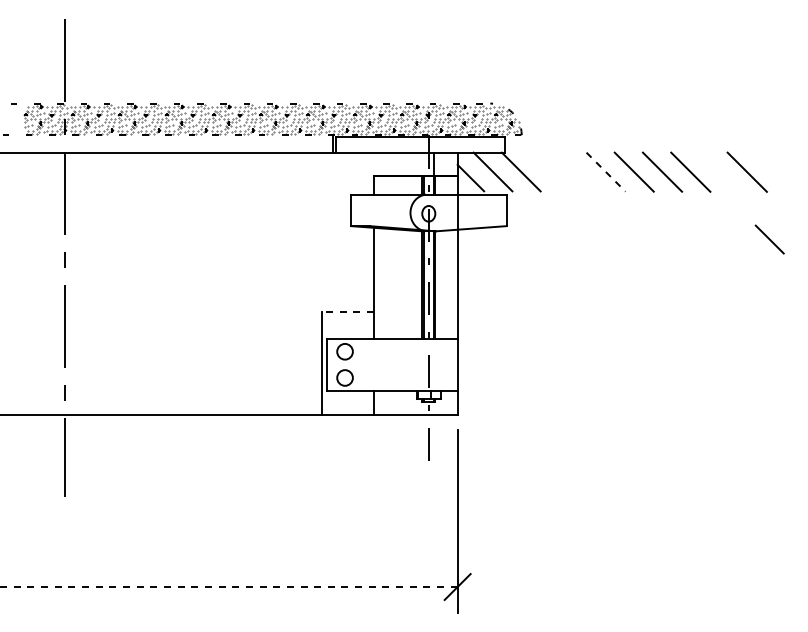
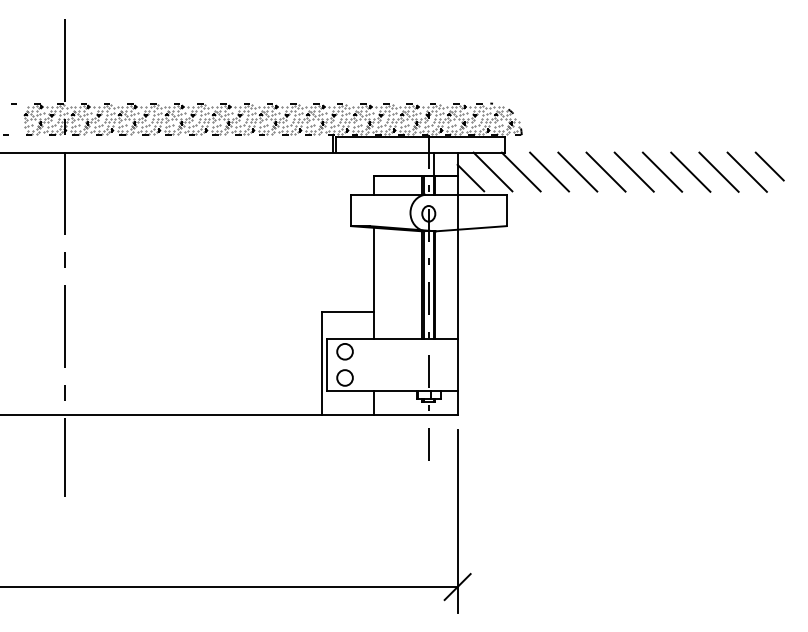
line at (549, 171): none -> present
line at (577, 171): none -> present
line at (718, 171): none -> present
line at (606, 172): dashed -> solid
line at (769, 239) position: (769, 239) -> (769, 166)
line at (347, 312): dashed -> solid
line at (228, 587): dashed -> solid
